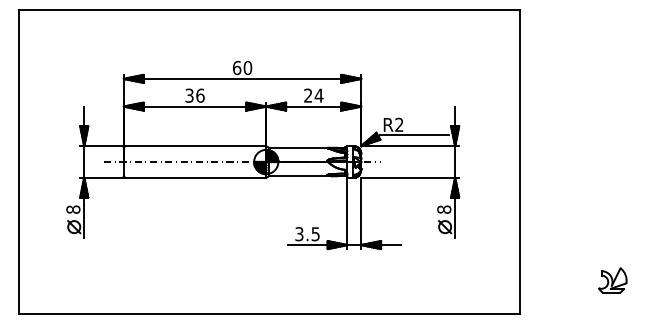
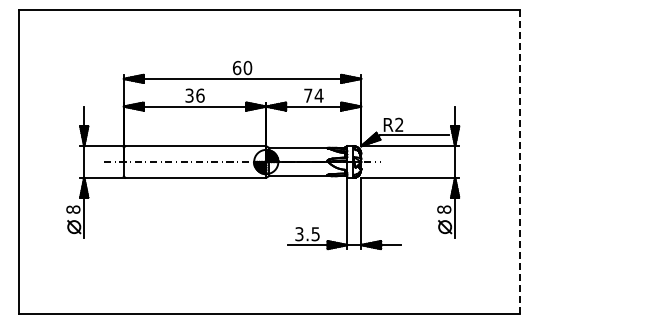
text at (308, 95): 24 -> 74
line at (519, 161): solid -> dashed
part at (612, 280): present -> none
